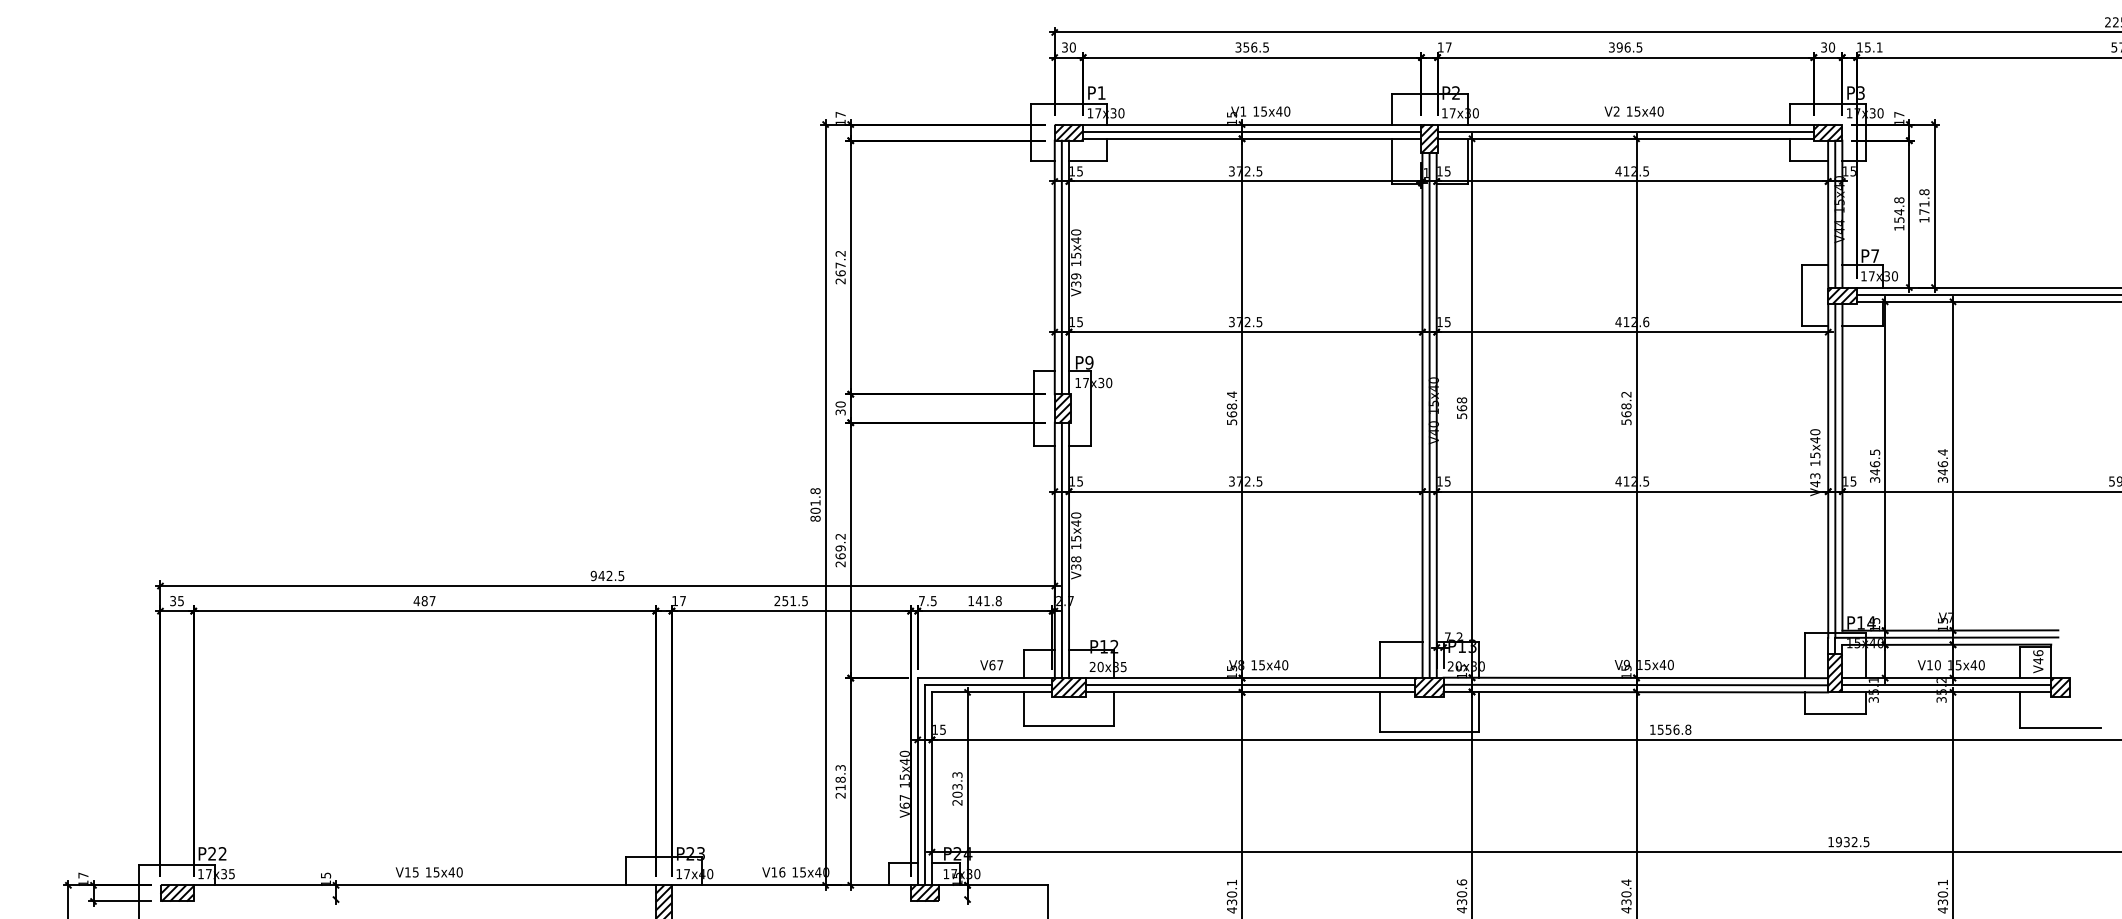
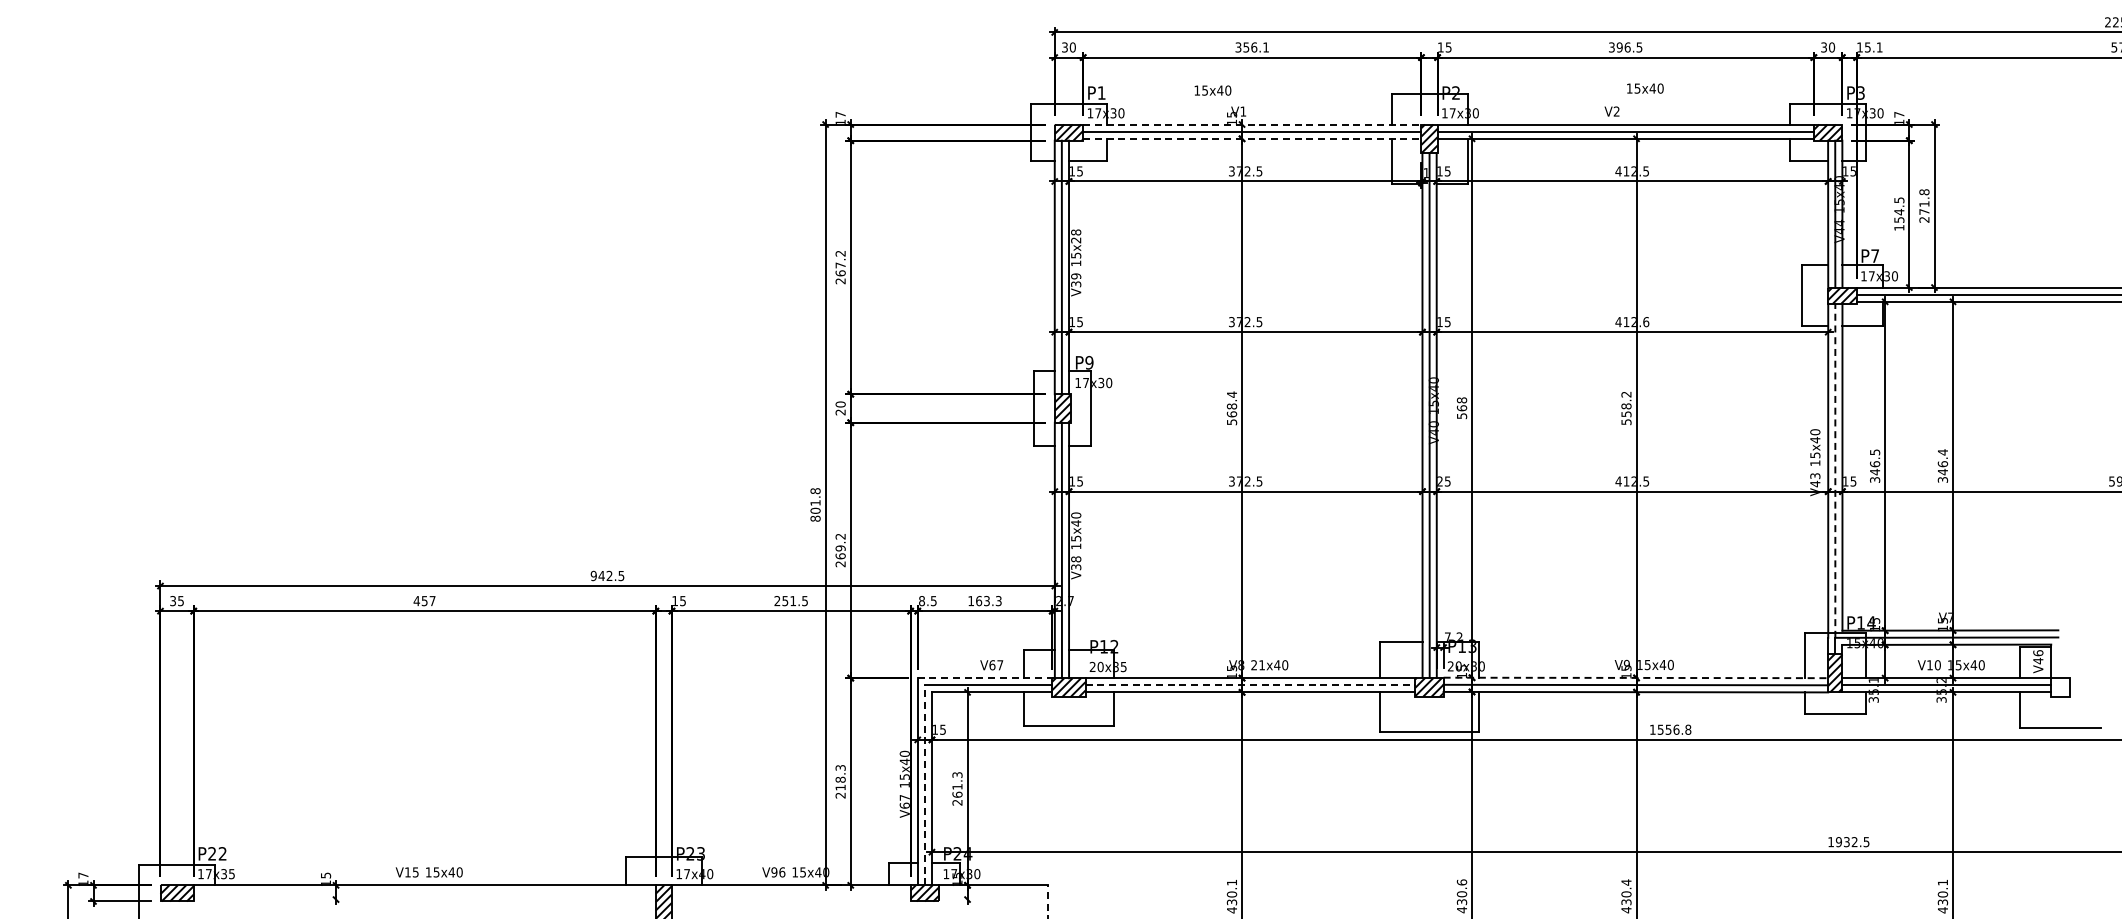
text at (1265, 47): 356.5 -> 356.1
text at (1448, 47): 17 -> 15
text at (1271, 111) position: (1271, 111) -> (1212, 90)
text at (1645, 111) position: (1645, 111) -> (1645, 88)
line at (1252, 124): solid -> dashed
line at (1252, 138): solid -> dashed
text at (1899, 200): 154.8 -> 154.5
text at (1924, 219): 171.8 -> 271.8
text at (1076, 236): 15x40 -> 15x28
text at (840, 412): 30 -> 20
text at (1626, 414): 568.2 -> 558.2
line at (1835, 470): solid -> dashed
text at (1439, 480): 15 -> 25
text at (424, 601): 487 -> 457
text at (682, 601): 17 -> 15
text at (921, 601): 7.5 -> 8.5
text at (988, 601): 141.8 -> 163.3
text at (1257, 665): 15x40 -> 21x40
line at (1636, 677): solid -> dashed
line at (986, 678): solid -> dashed
line at (1250, 685): solid -> dashed
hatch at (2060, 687): present -> none
line at (924, 784): solid -> dashed
text at (957, 790): 203.3 -> 261.3
text at (774, 872): V16 -> V96
line at (1048, 901): solid -> dashed
